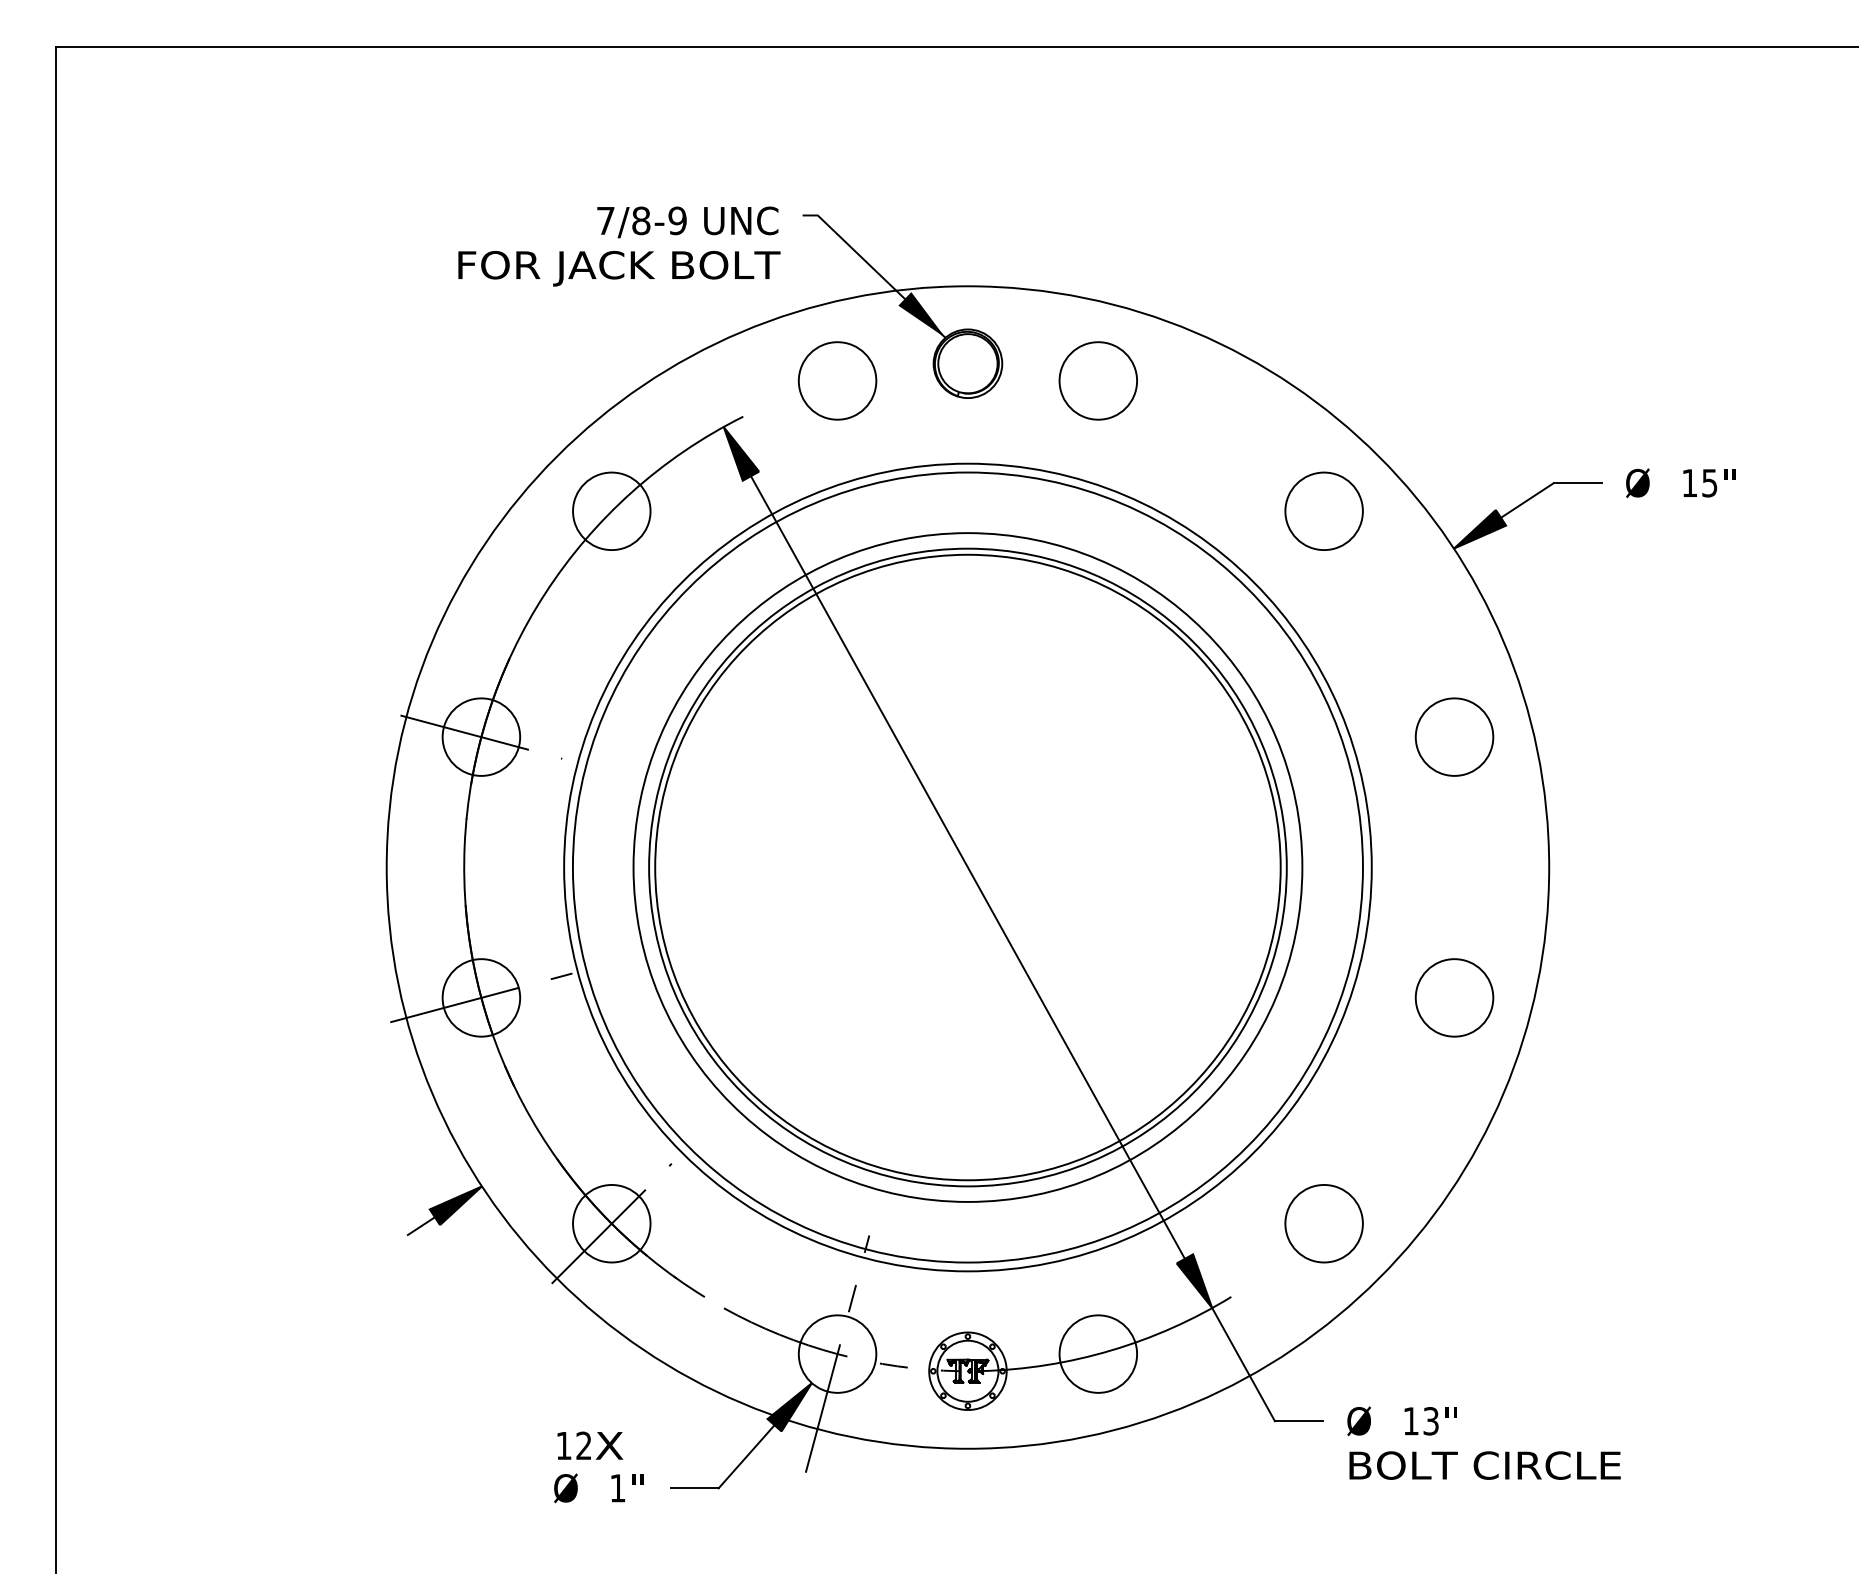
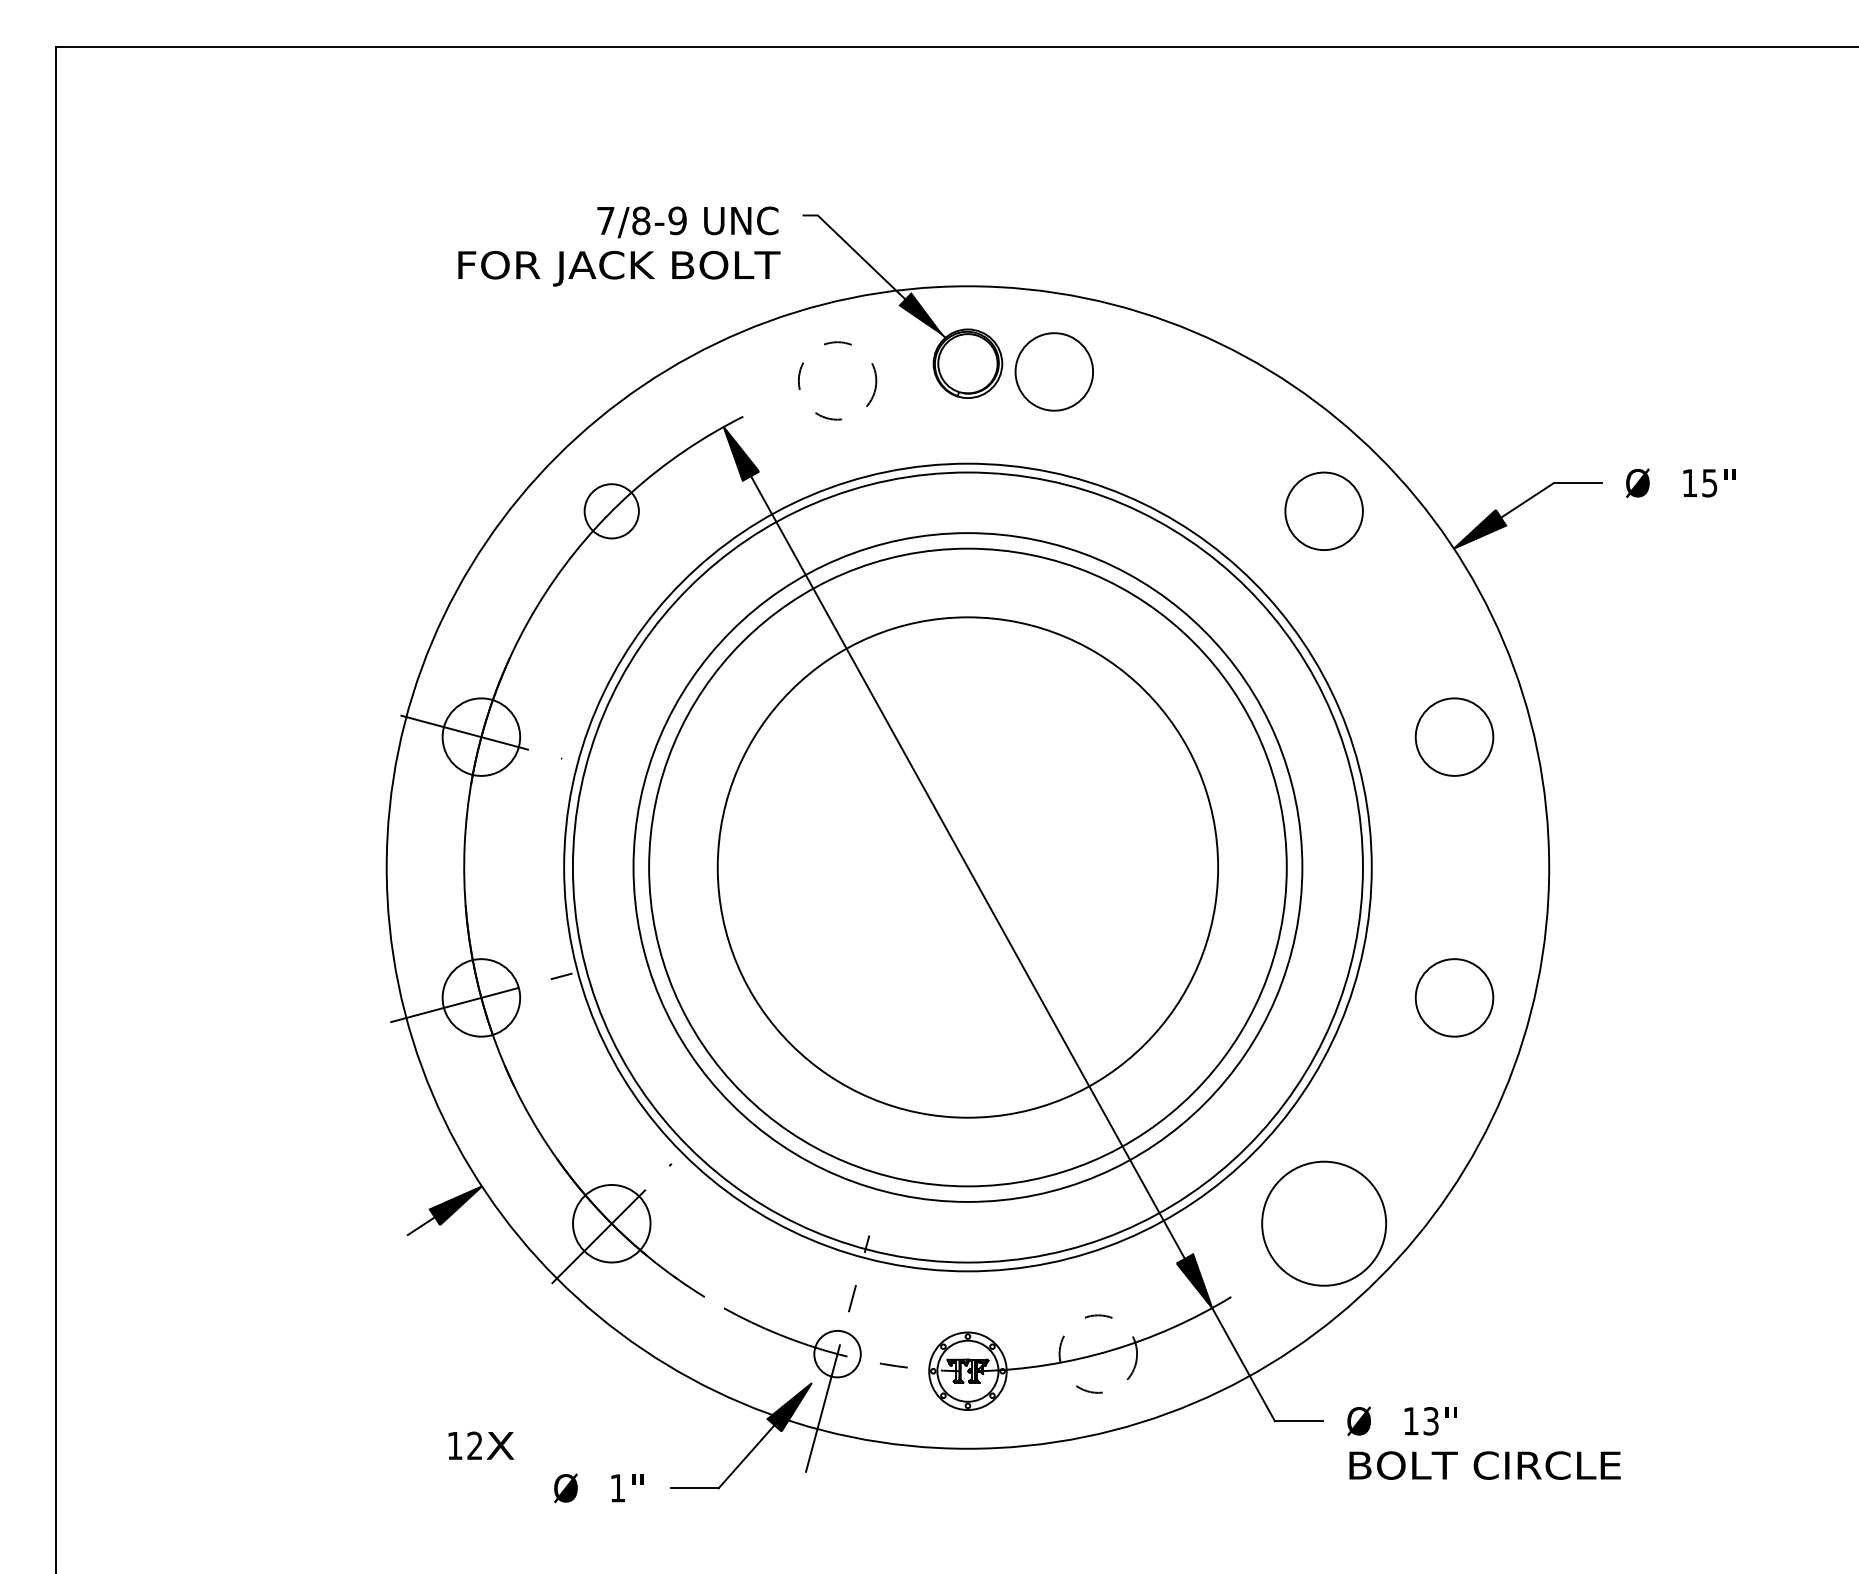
circle at (837, 380): solid -> dashed
circle at (1097, 380) position: (1097, 380) -> (1053, 371)
circle at (611, 511) diameter: 78 px -> 54 px
circle at (967, 867) diameter: 625 px -> 500 px
circle at (1323, 1223) diameter: 78 px -> 124 px
circle at (837, 1353) diameter: 78 px -> 47 px
circle at (1098, 1353): solid -> dashed
text at (590, 1445) position: (590, 1445) -> (481, 1445)
